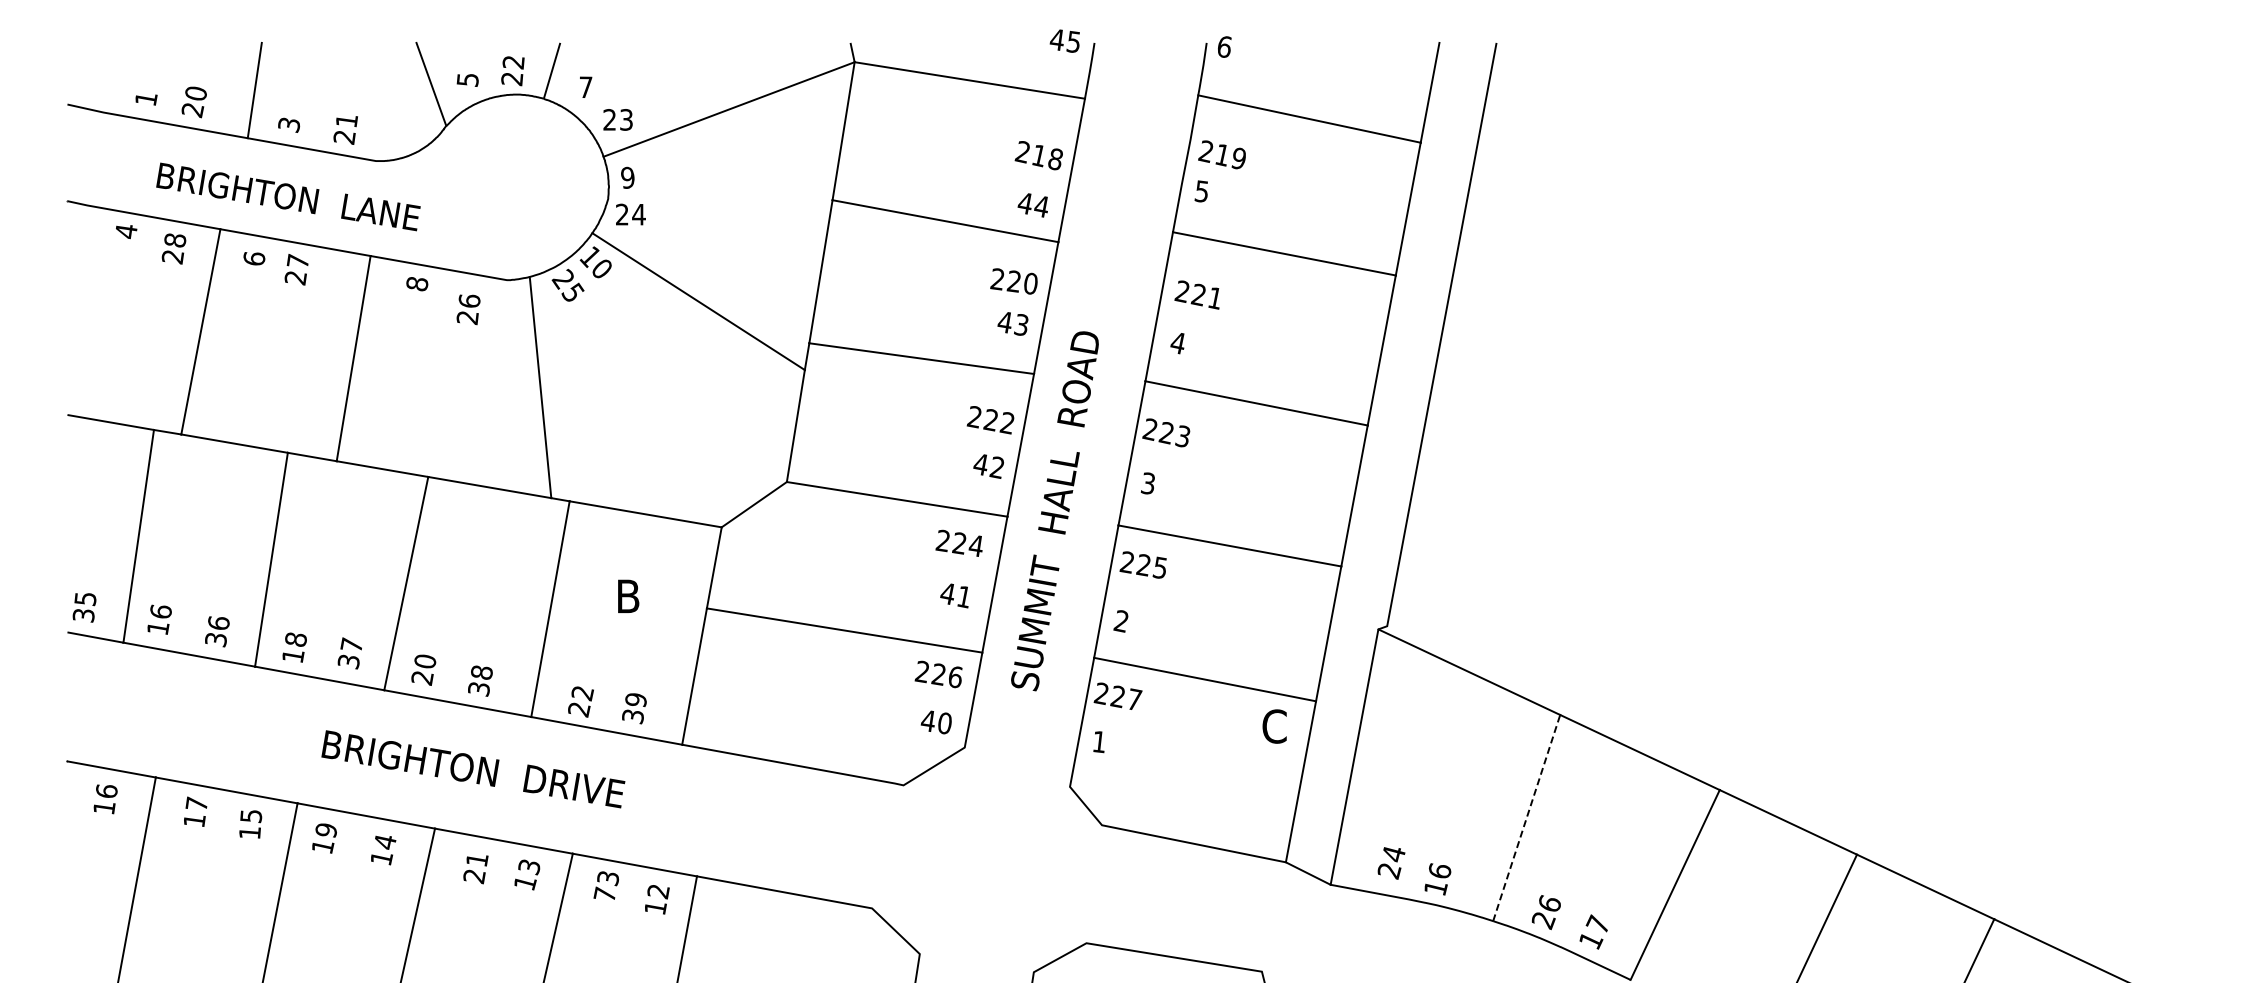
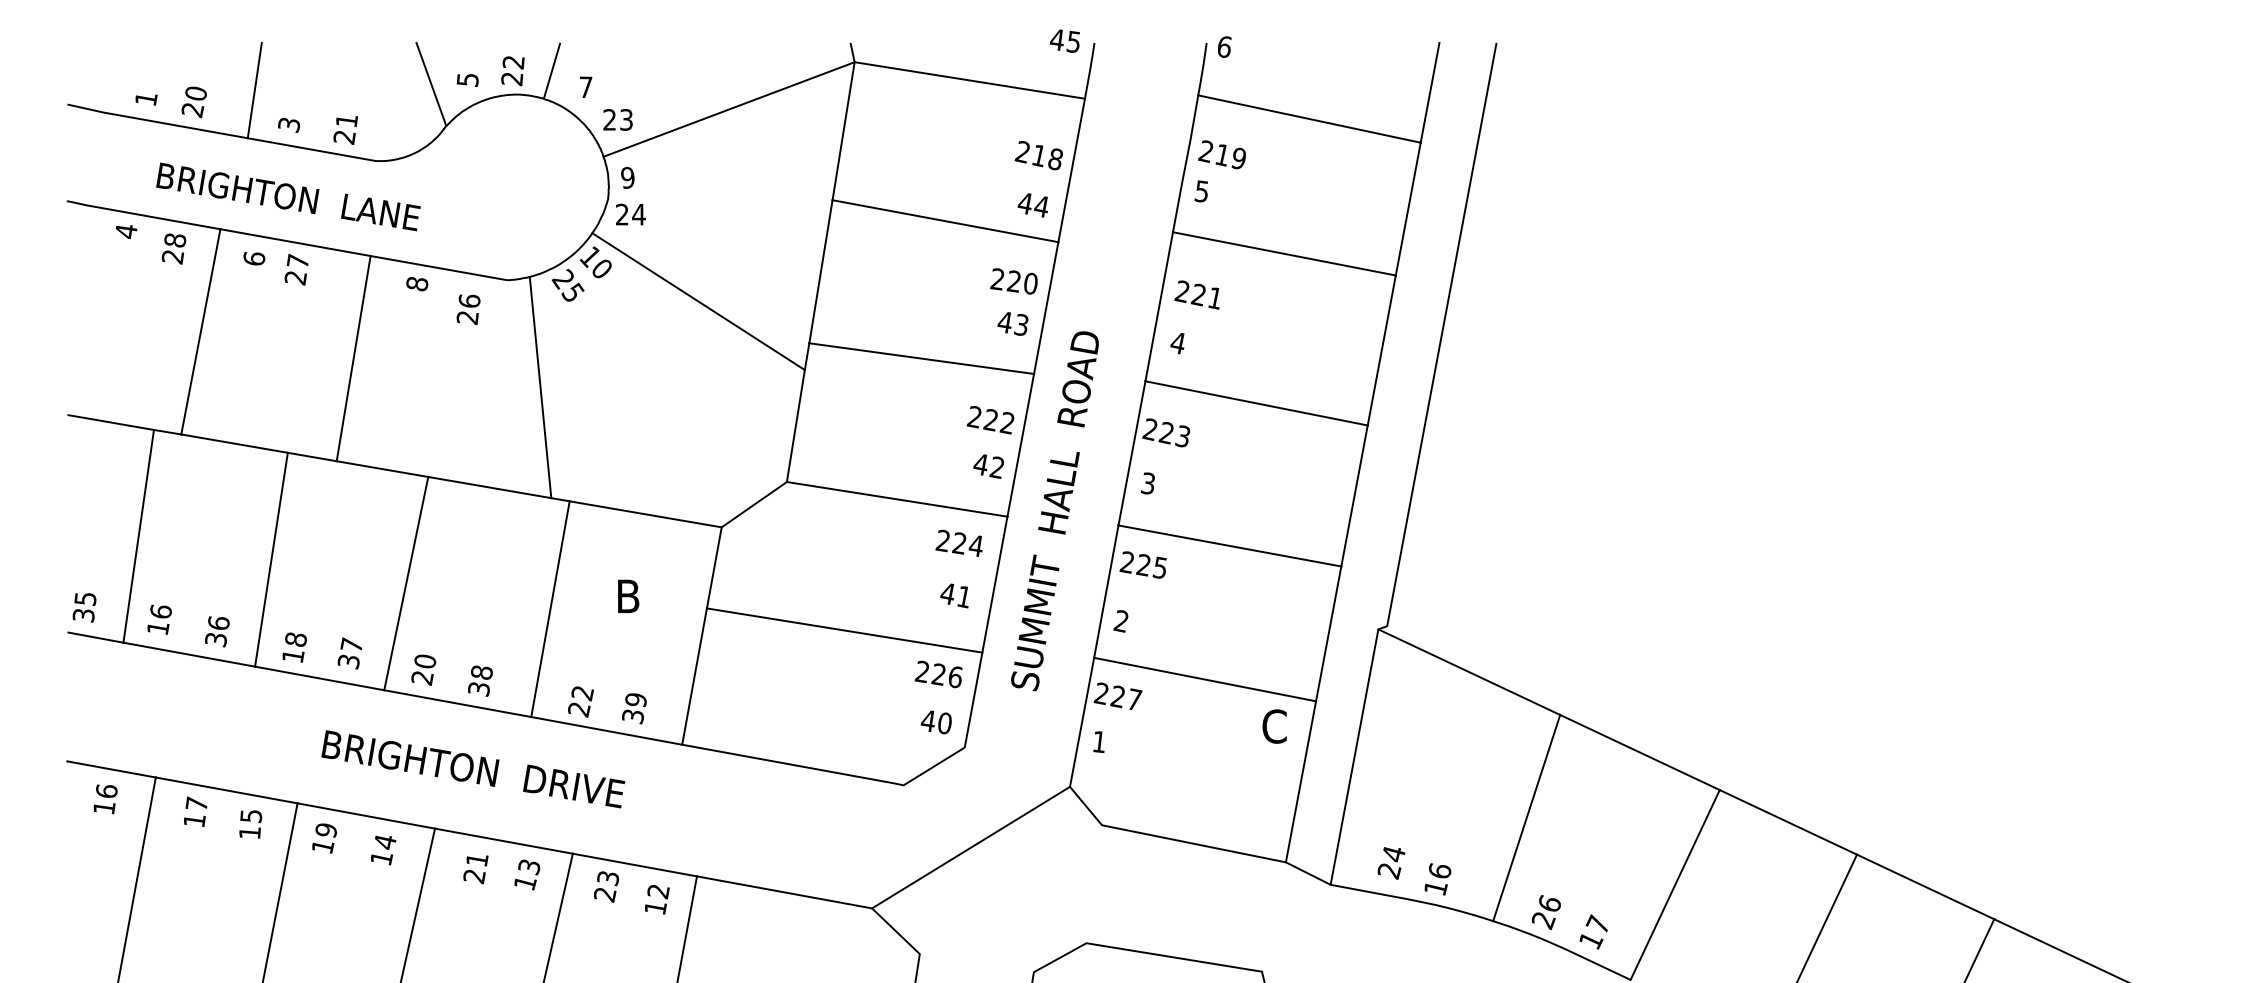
line at (1526, 817): dashed -> solid
line at (971, 847): none -> present
text at (604, 894): 73 -> 23
